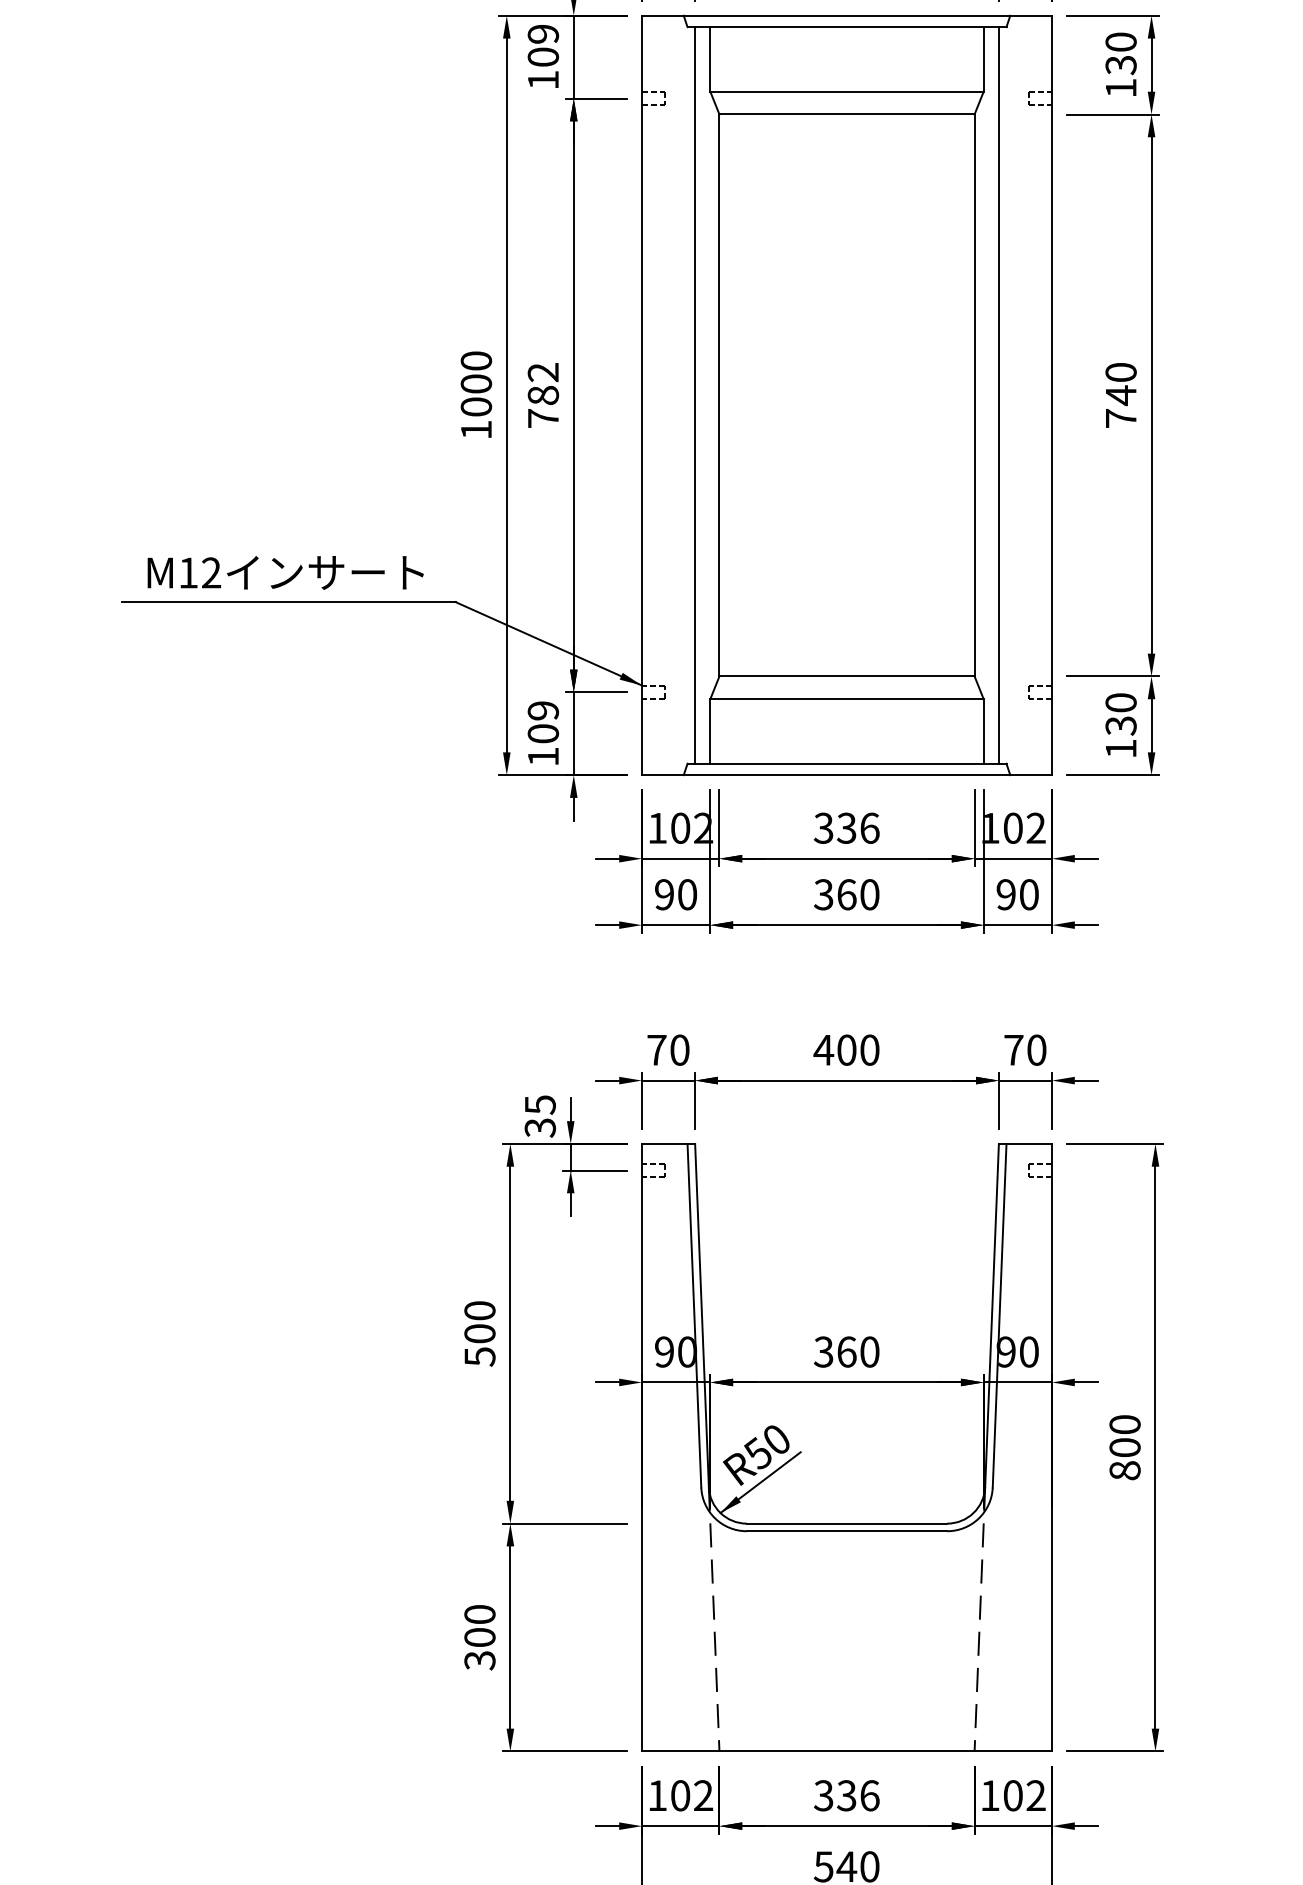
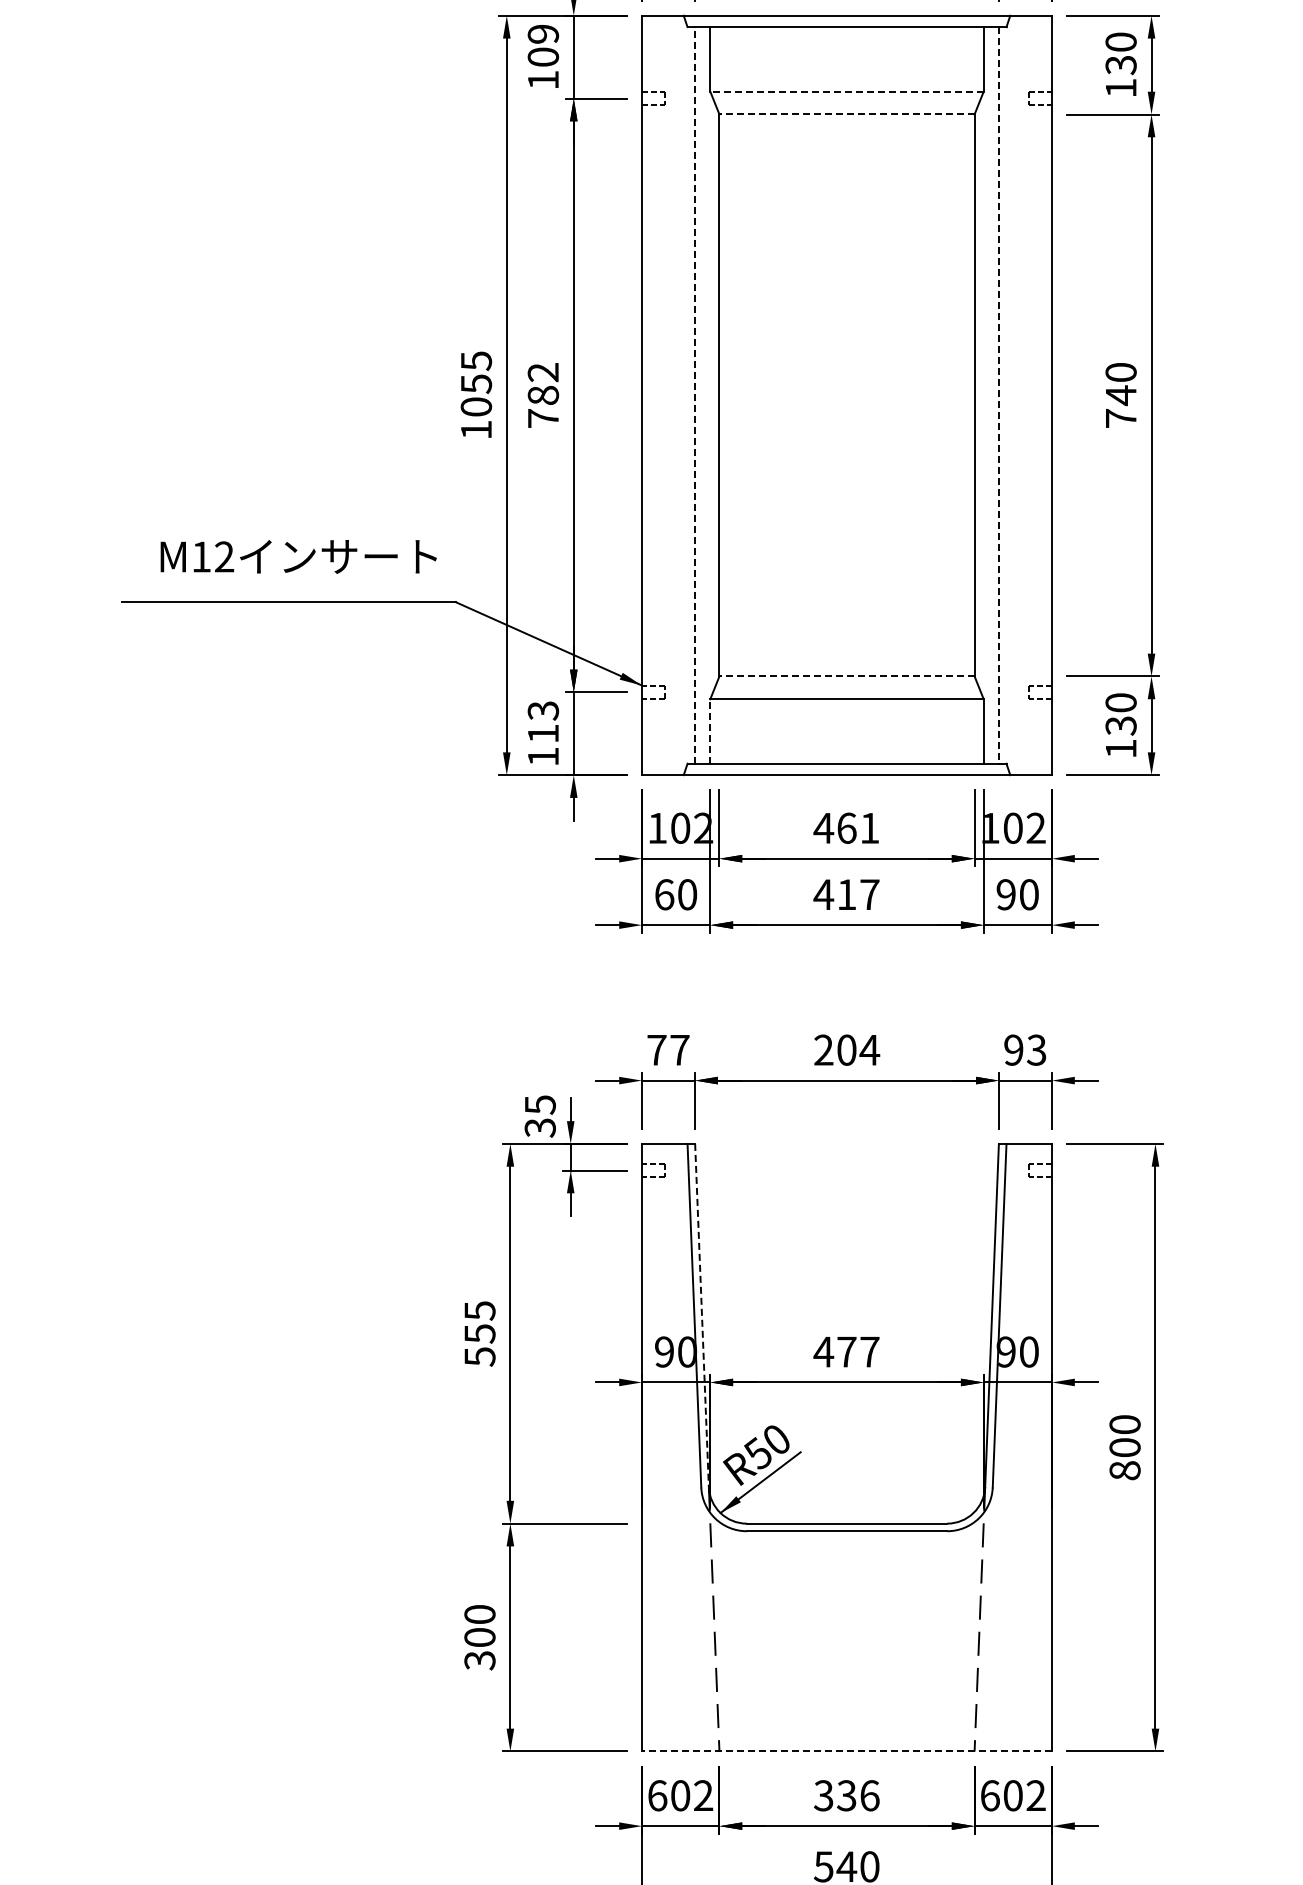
line at (847, 91): solid -> dashed
line at (847, 114): solid -> dashed
text at (476, 372): 1000 -> 1055
line at (695, 394): solid -> dashed
line at (998, 395): solid -> dashed
text at (285, 572) position: (285, 572) -> (298, 556)
line at (847, 676): solid -> dashed
text at (543, 722): 109 -> 113
line at (710, 730): solid -> dashed
text at (846, 827): 336 -> 461
text at (664, 894): 90 -> 60
text at (846, 894): 360 -> 417
text at (679, 1049): 70 -> 77
text at (846, 1049): 400 -> 204
text at (1025, 1049): 70 -> 93
line at (702, 1315): solid -> dashed
text at (479, 1322): 500 -> 555
text at (846, 1351): 360 -> 477
line at (846, 1751): solid -> dashed
text at (657, 1795): 102 -> 602
text at (990, 1795): 102 -> 602
